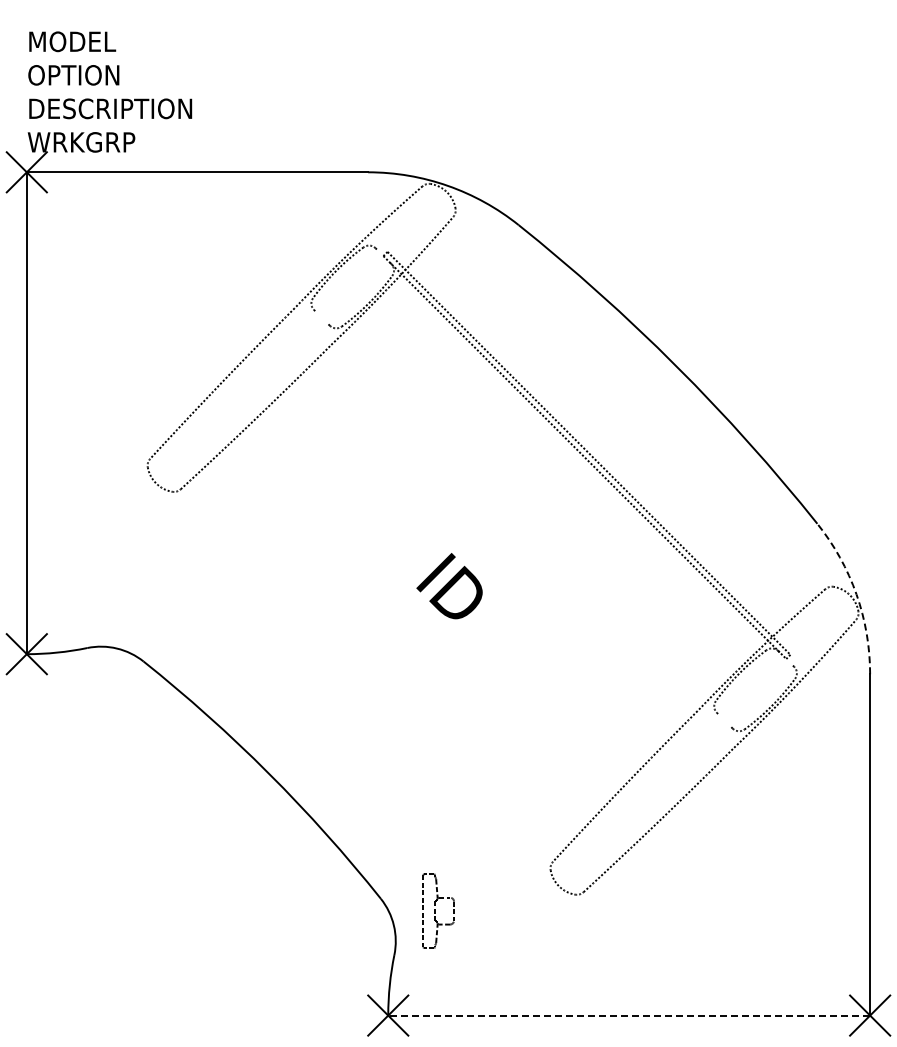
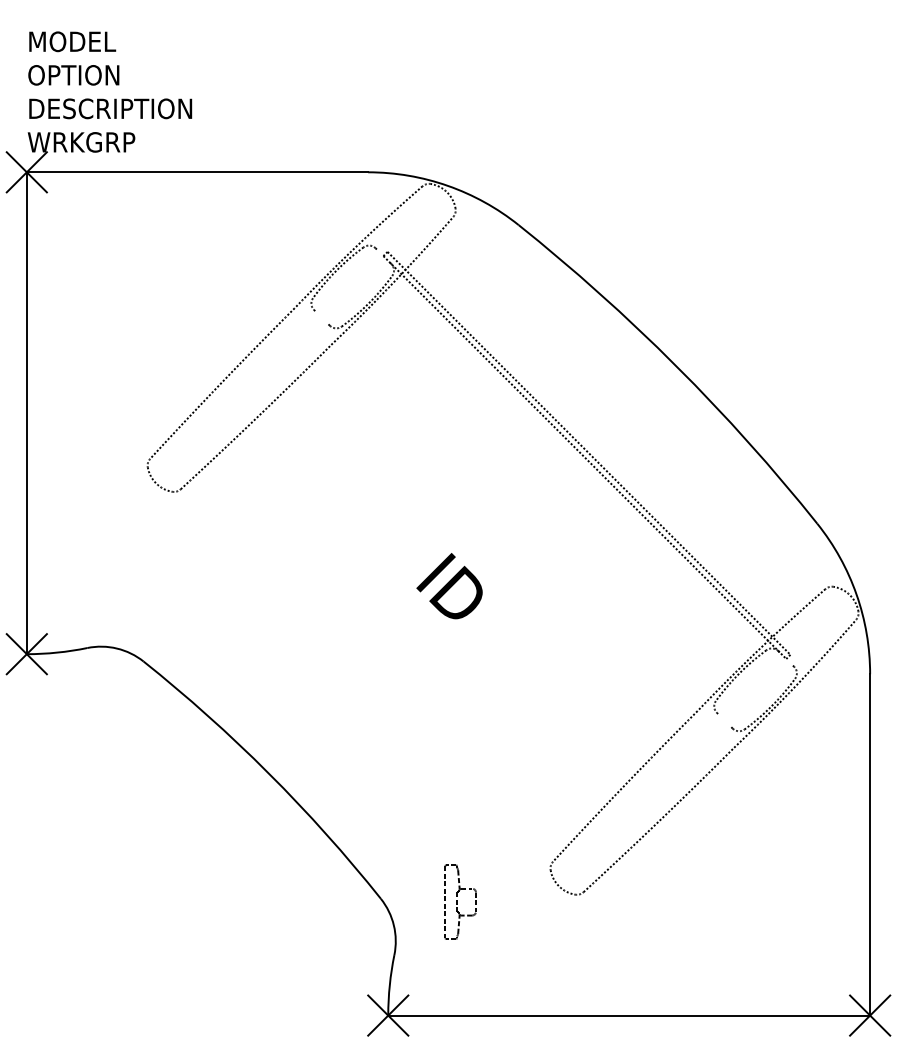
arc at (856, 594): dashed -> solid
part at (438, 910) position: (438, 910) -> (460, 901)
line at (629, 1015): dashed -> solid
